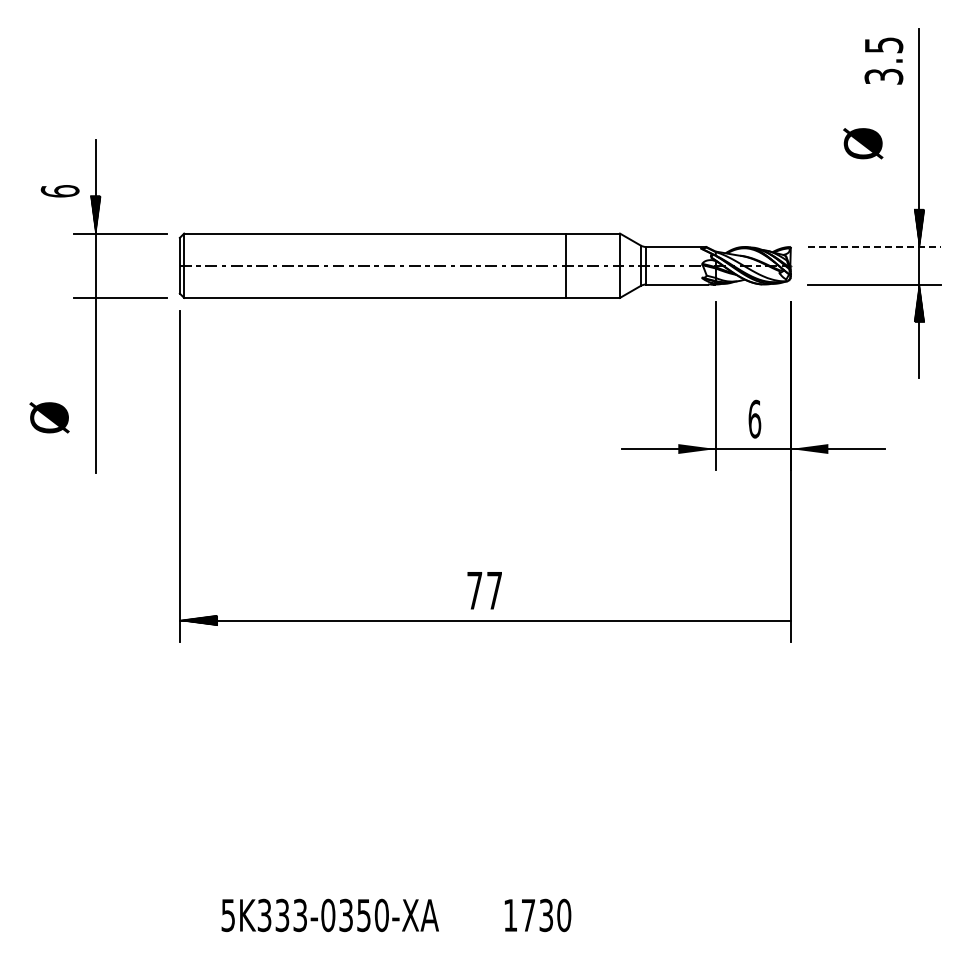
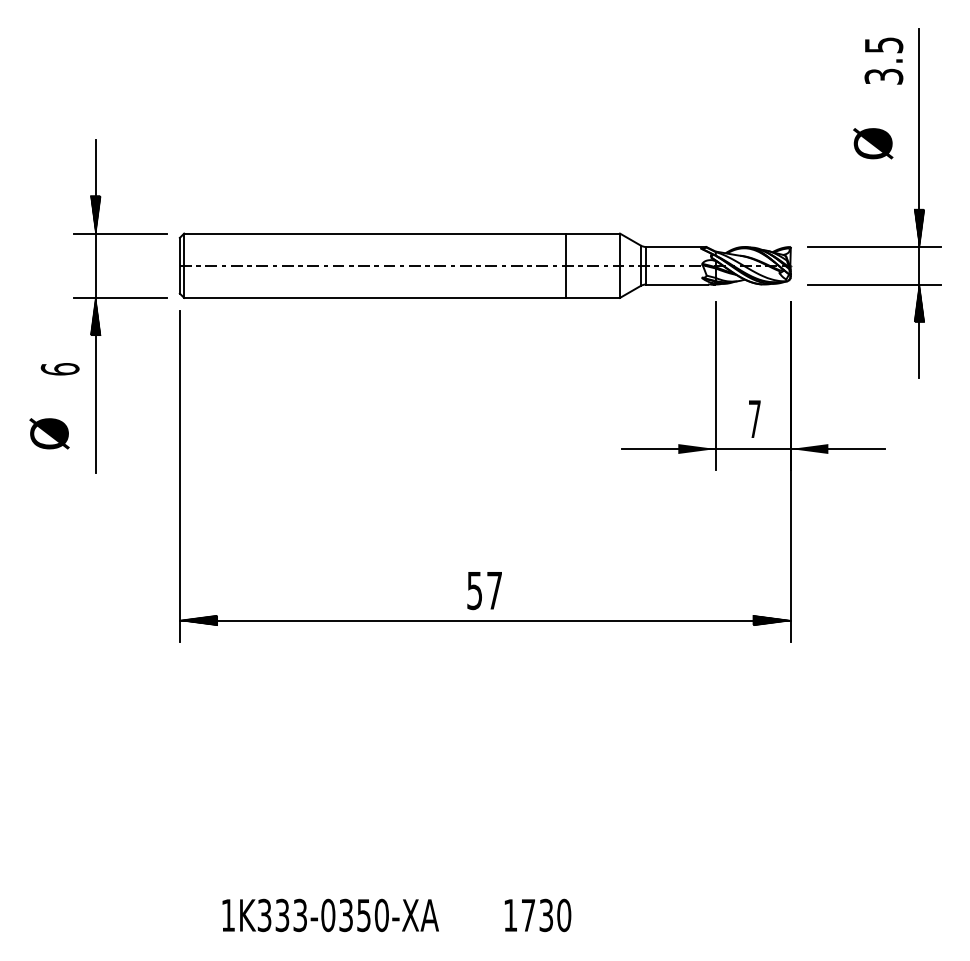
text at (863, 143) position: (863, 143) -> (873, 143)
text at (59, 191) position: (59, 191) -> (59, 369)
line at (874, 247): dashed -> solid
hatch at (95, 316): none -> present
text at (49, 417) position: (49, 417) -> (49, 433)
text at (754, 418): 6 -> 7
text at (474, 591): 77 -> 57
hatch at (771, 620): none -> present
text at (227, 915): 5K333-0350-XA -> 1K333-0350-XA
